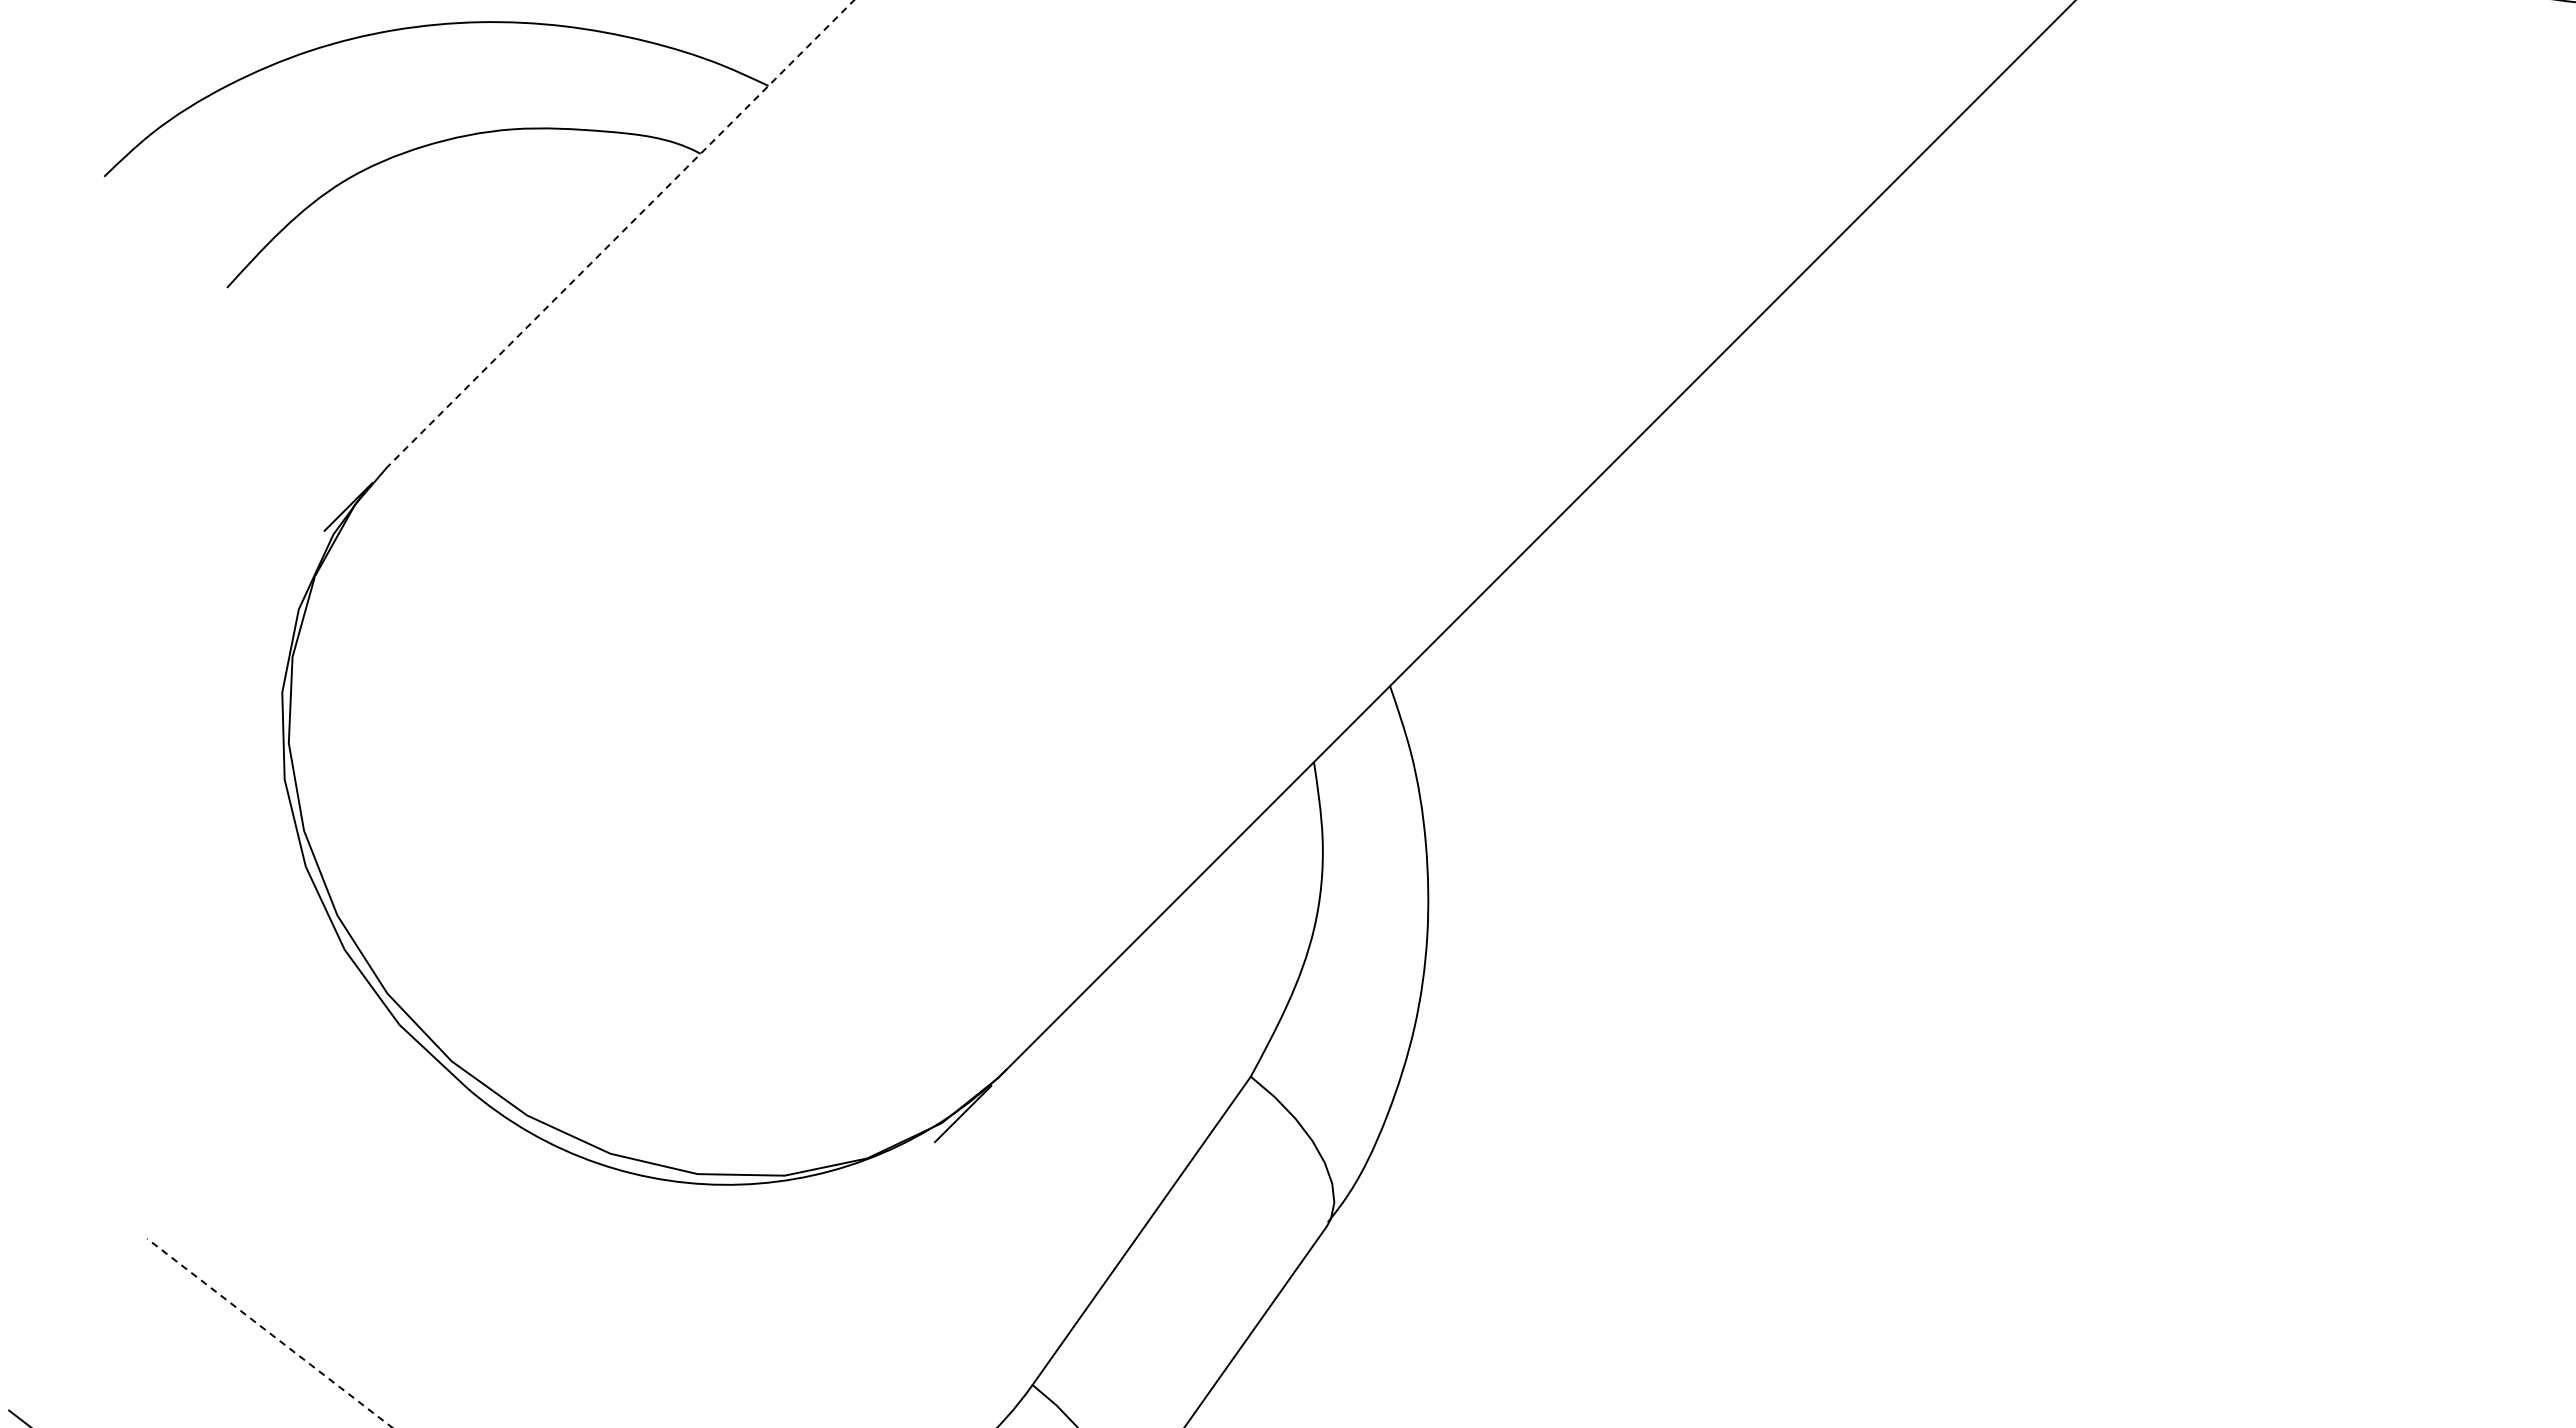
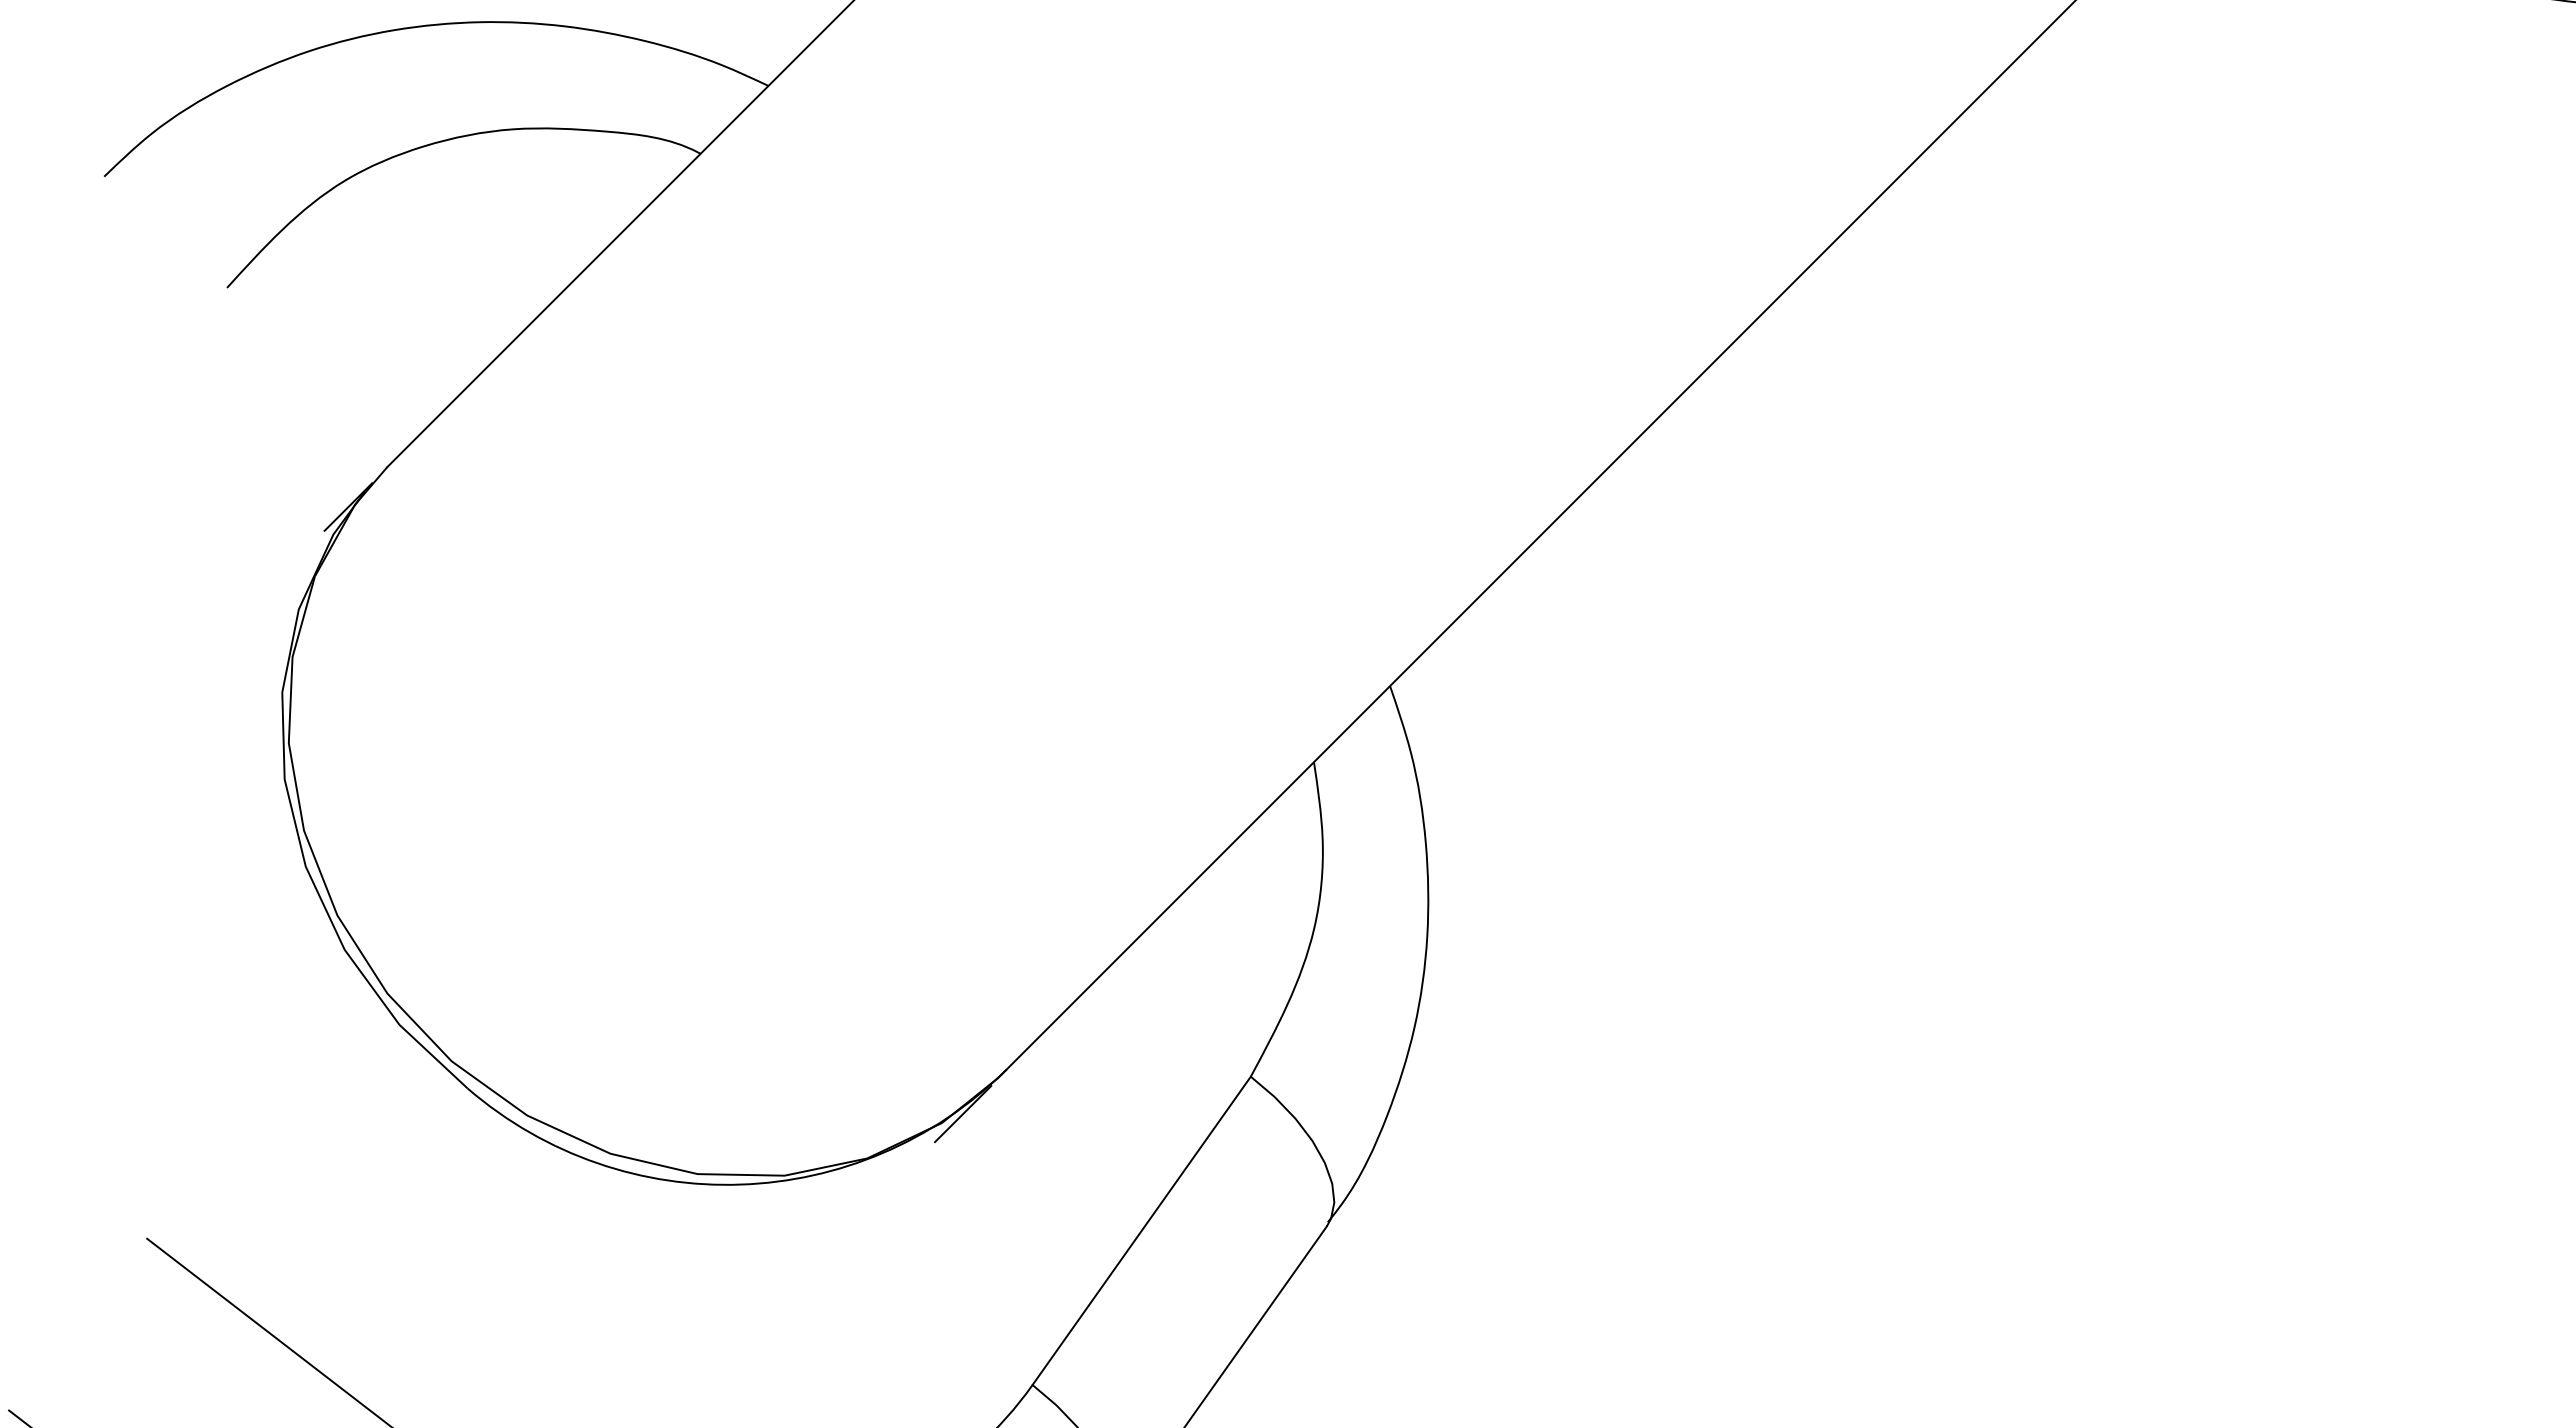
line at (620, 233): dashed -> solid
line at (269, 1333): dashed -> solid
